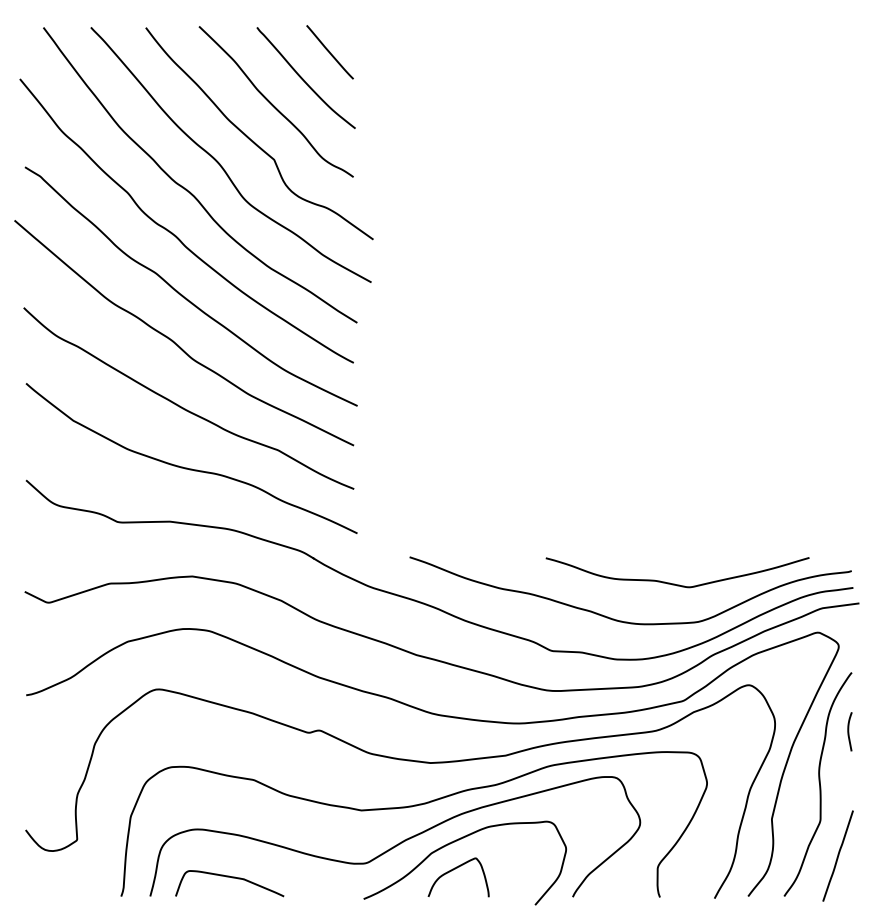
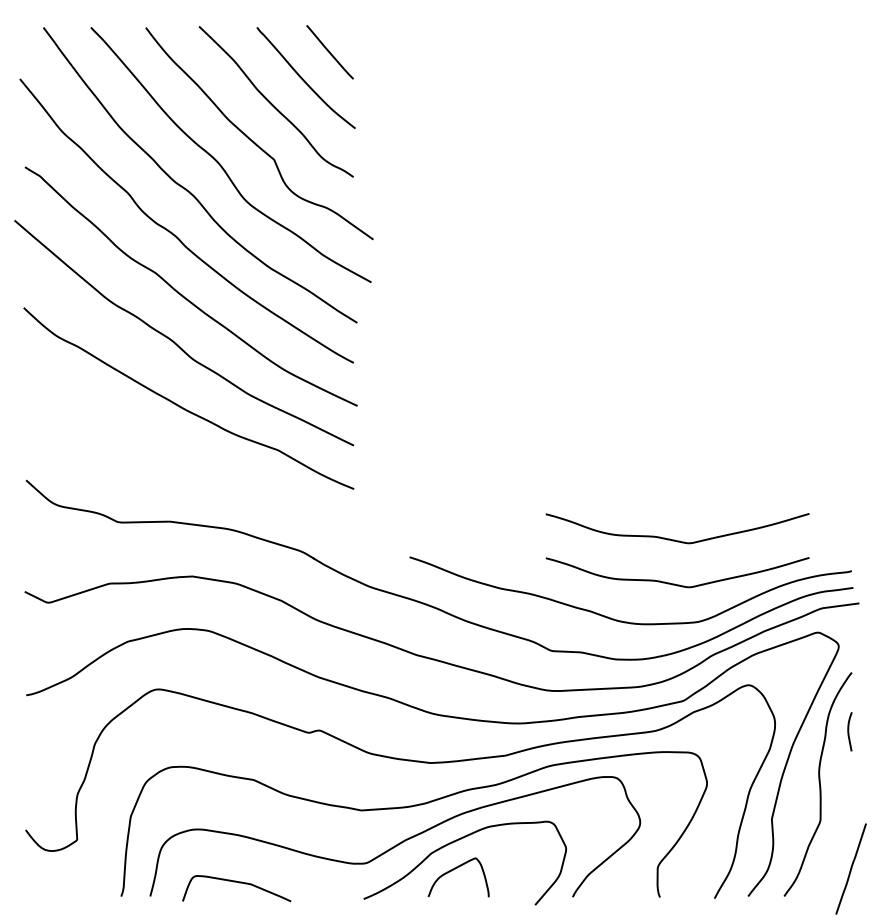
curve at (187, 467): present -> none
curve at (674, 539): none -> present
line at (837, 855) position: (837, 855) -> (850, 868)
curve at (232, 878) position: (232, 878) -> (239, 883)
